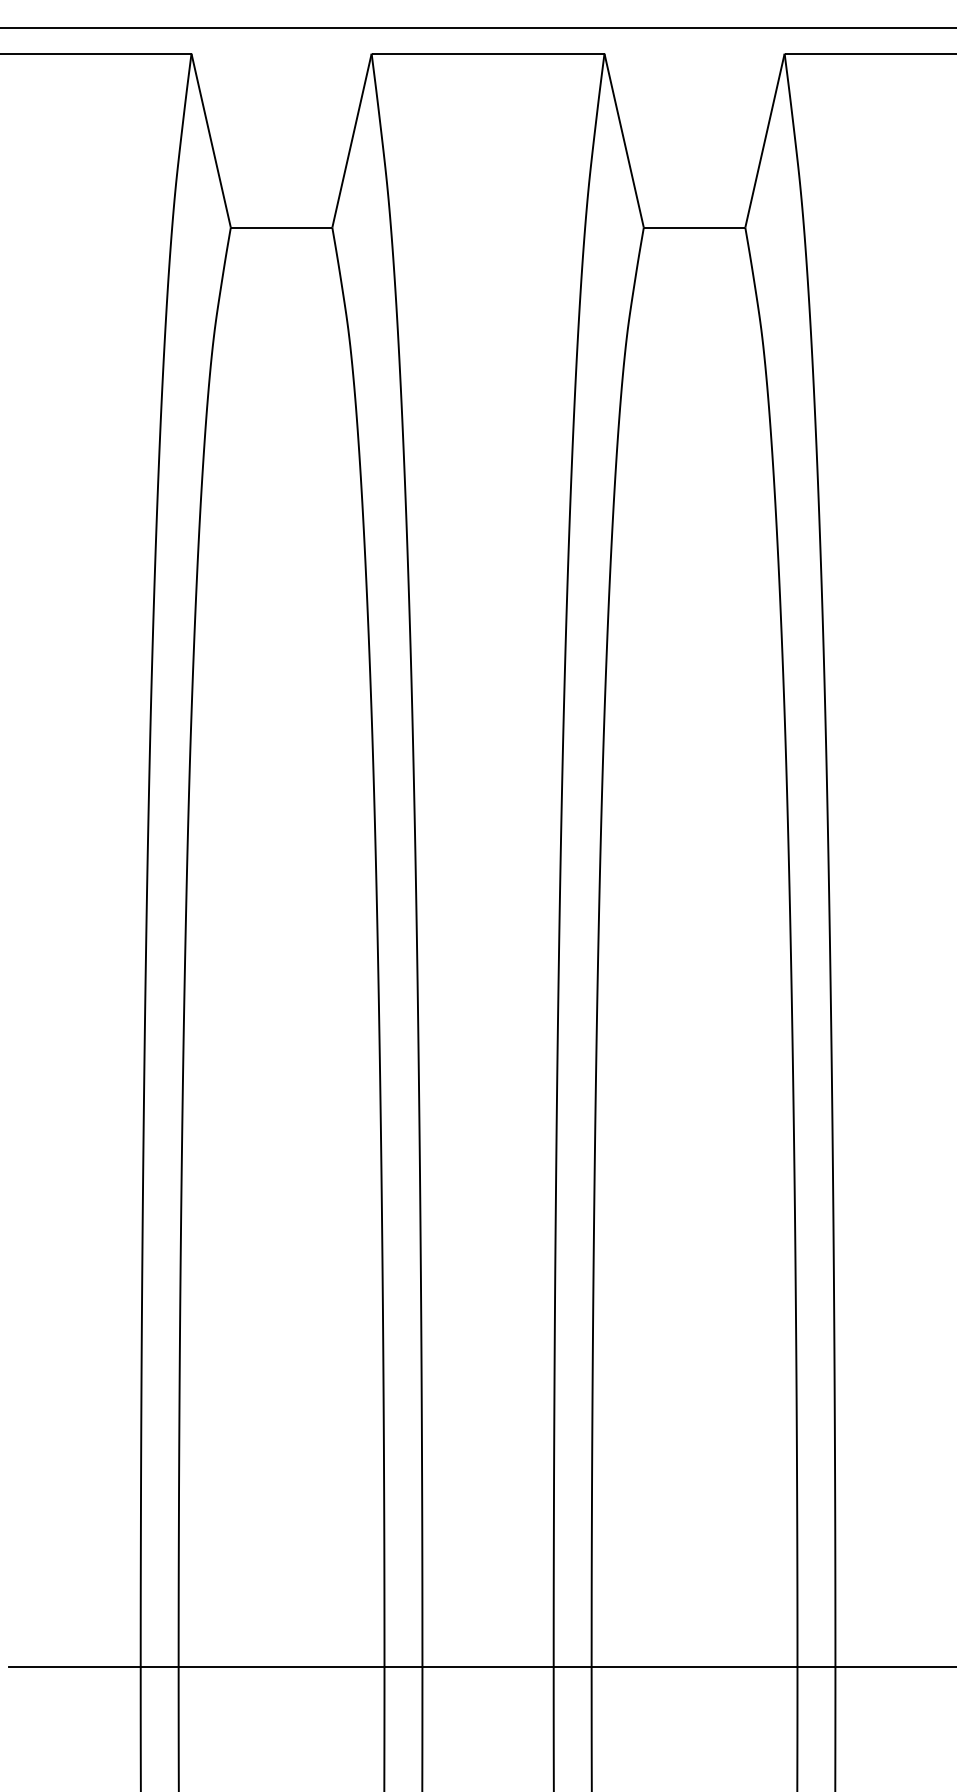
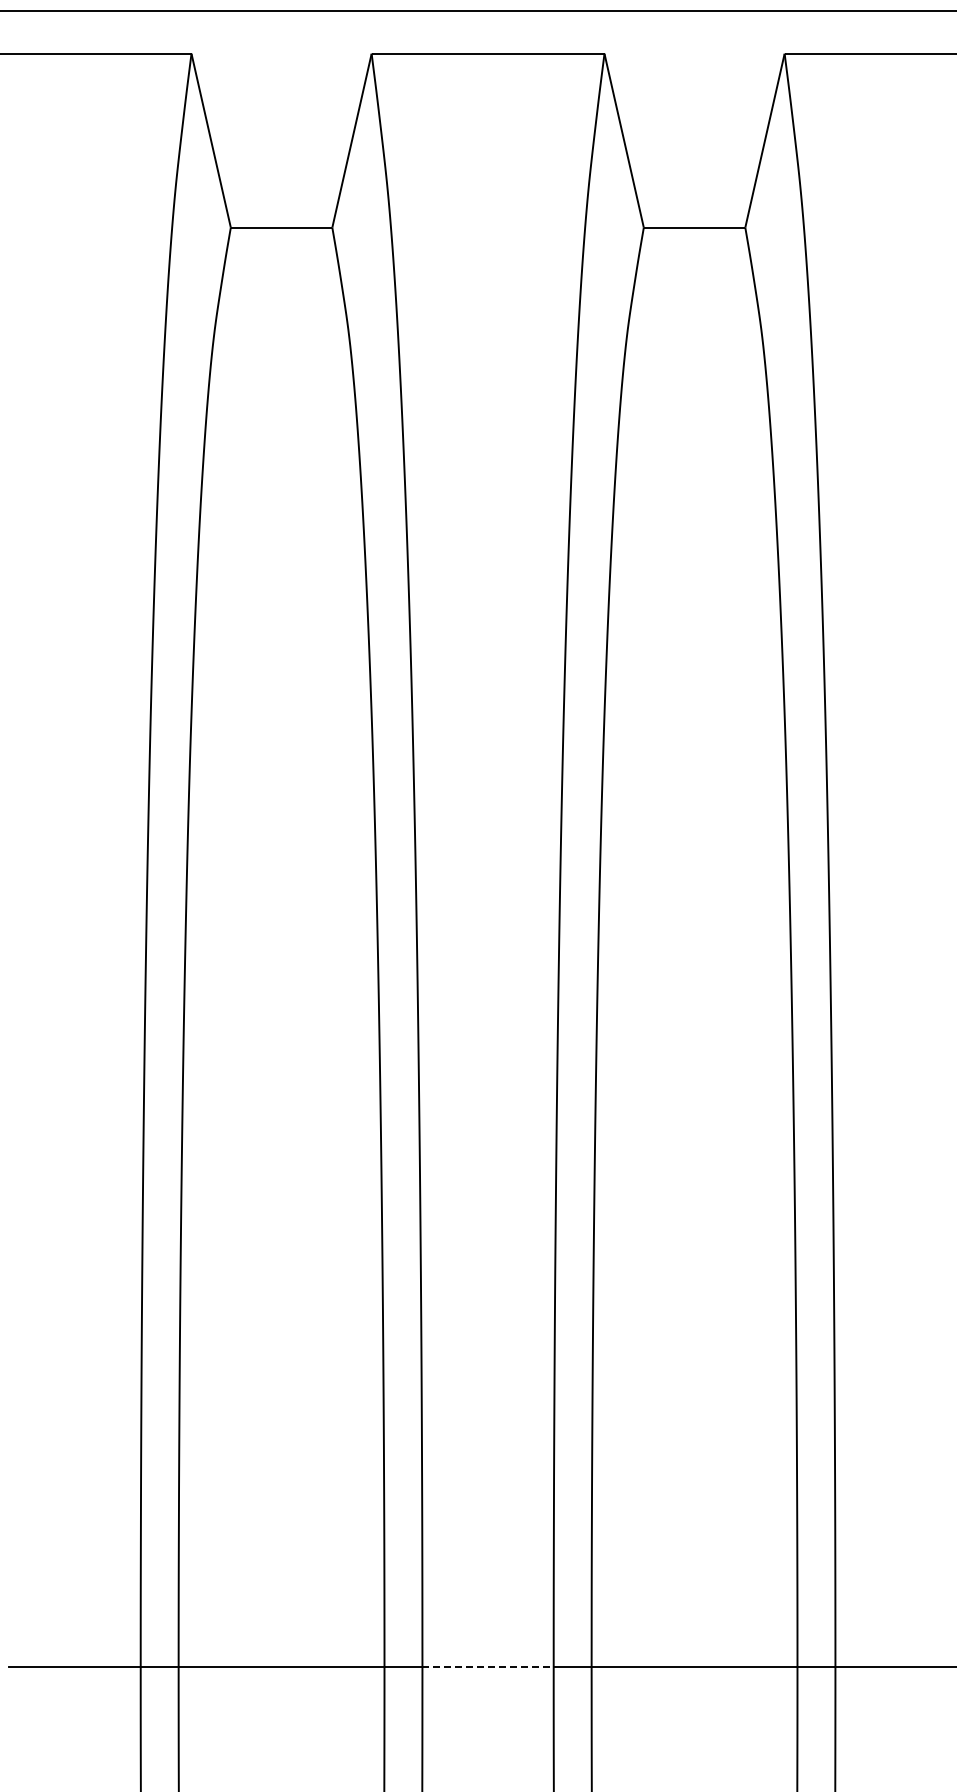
line at (477, 27) position: (477, 27) -> (477, 10)
line at (488, 1666): solid -> dashed
